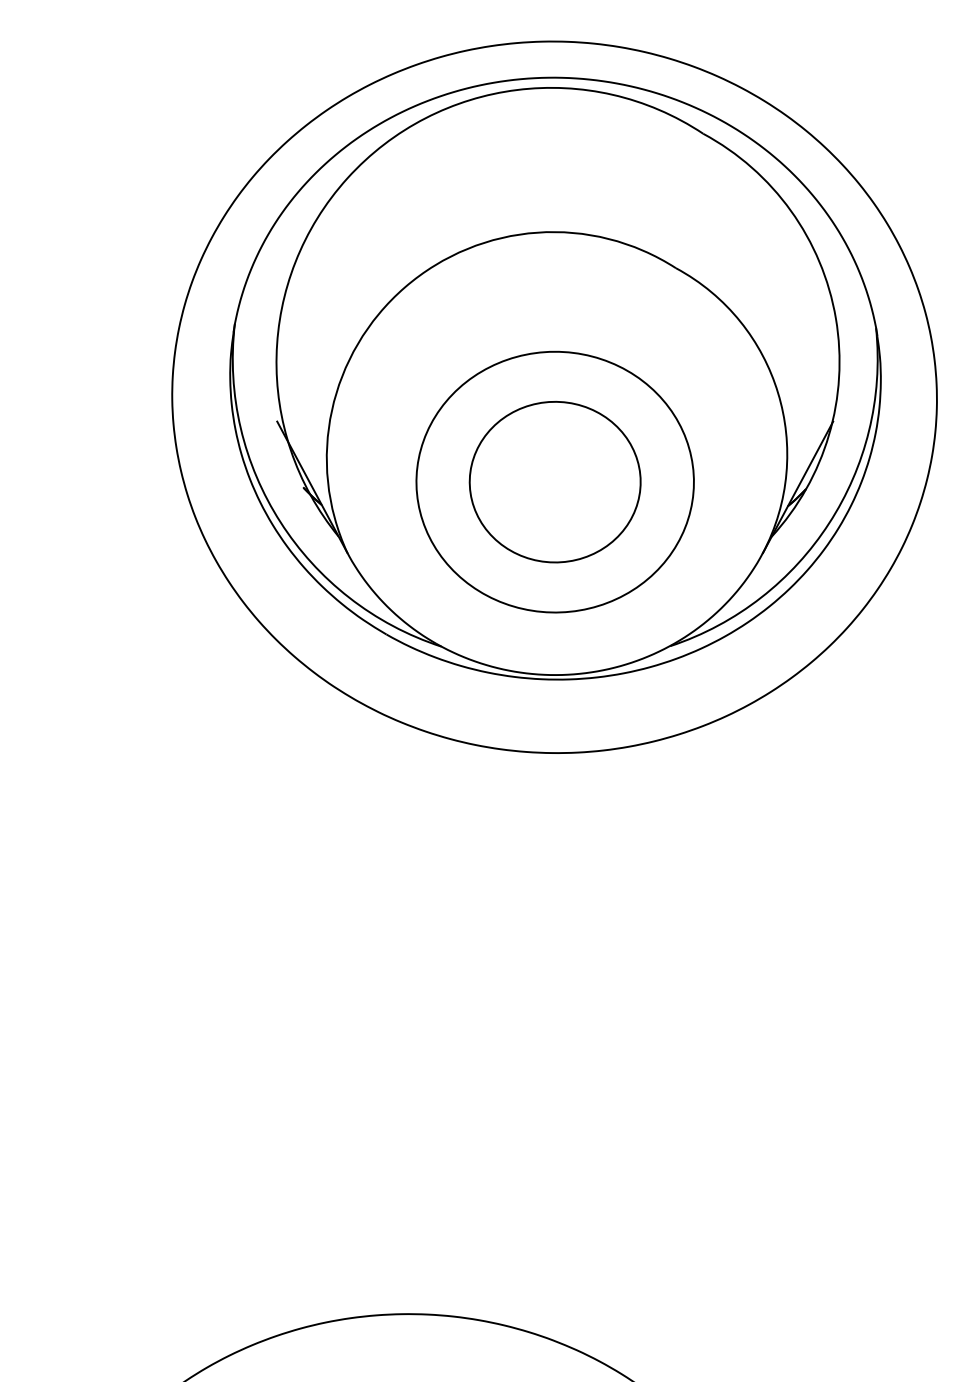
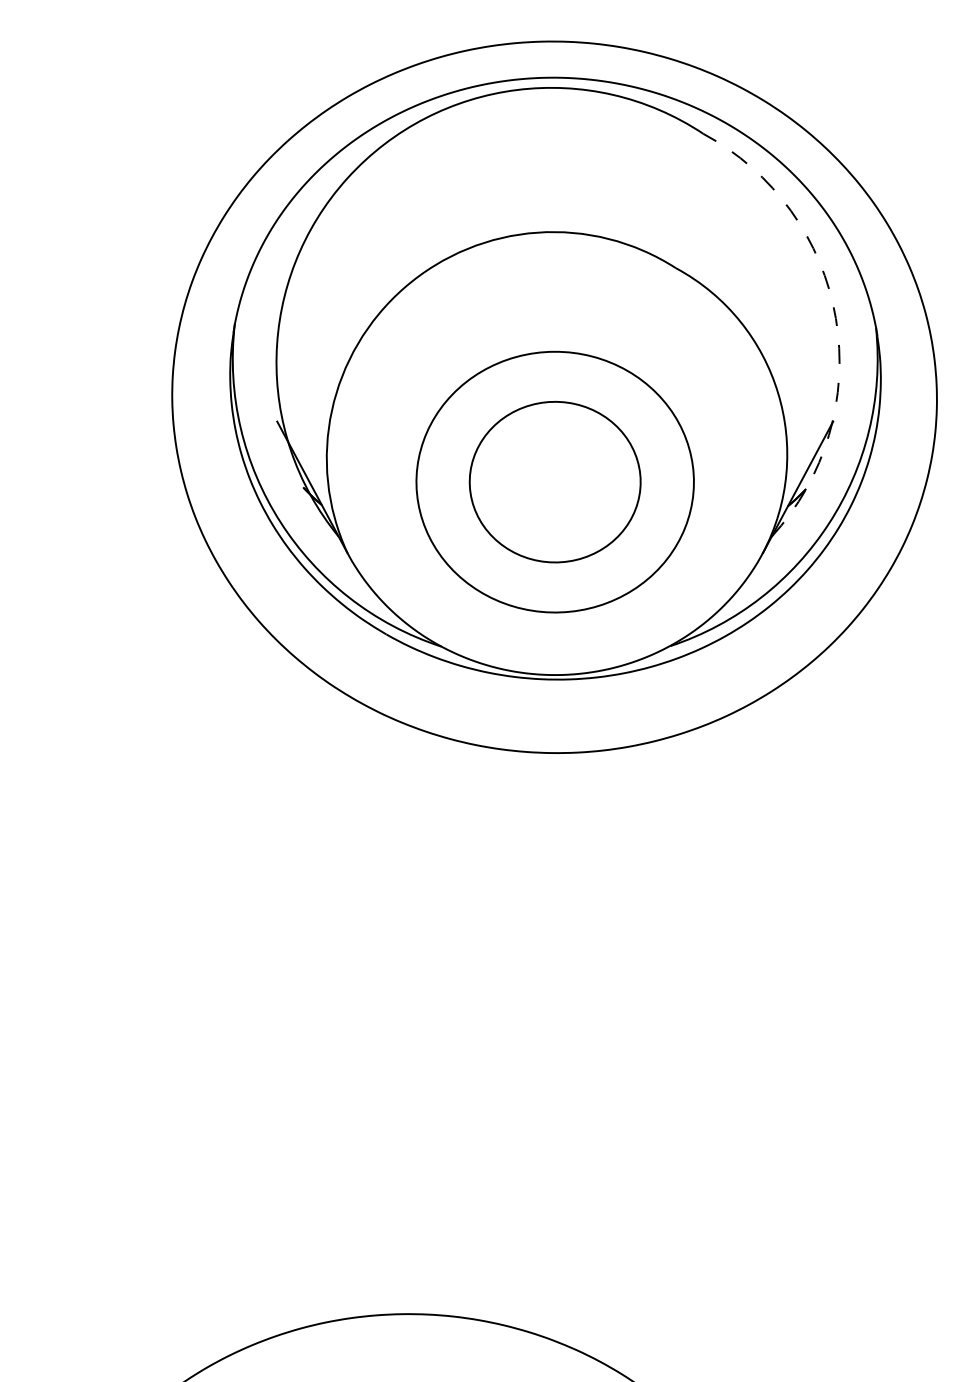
arc at (835, 318): solid -> dashed
